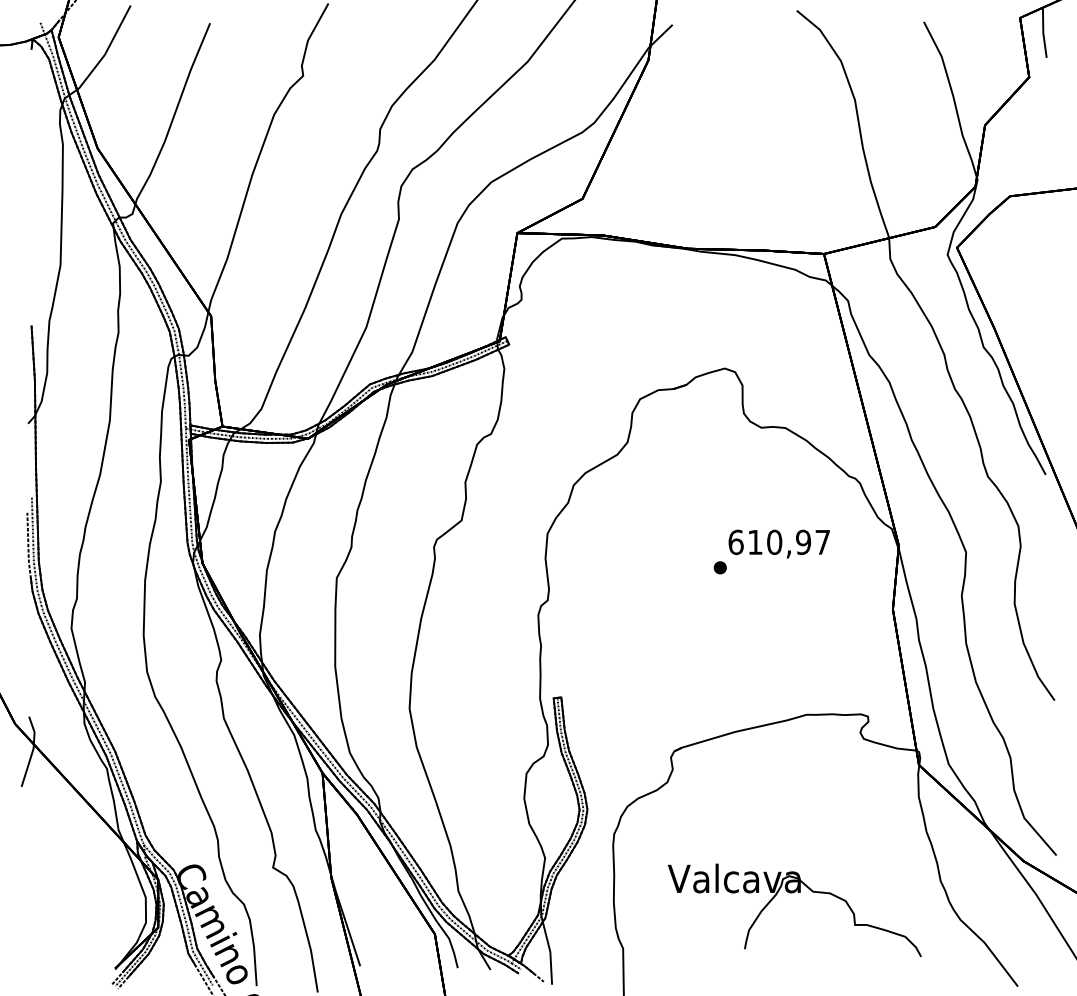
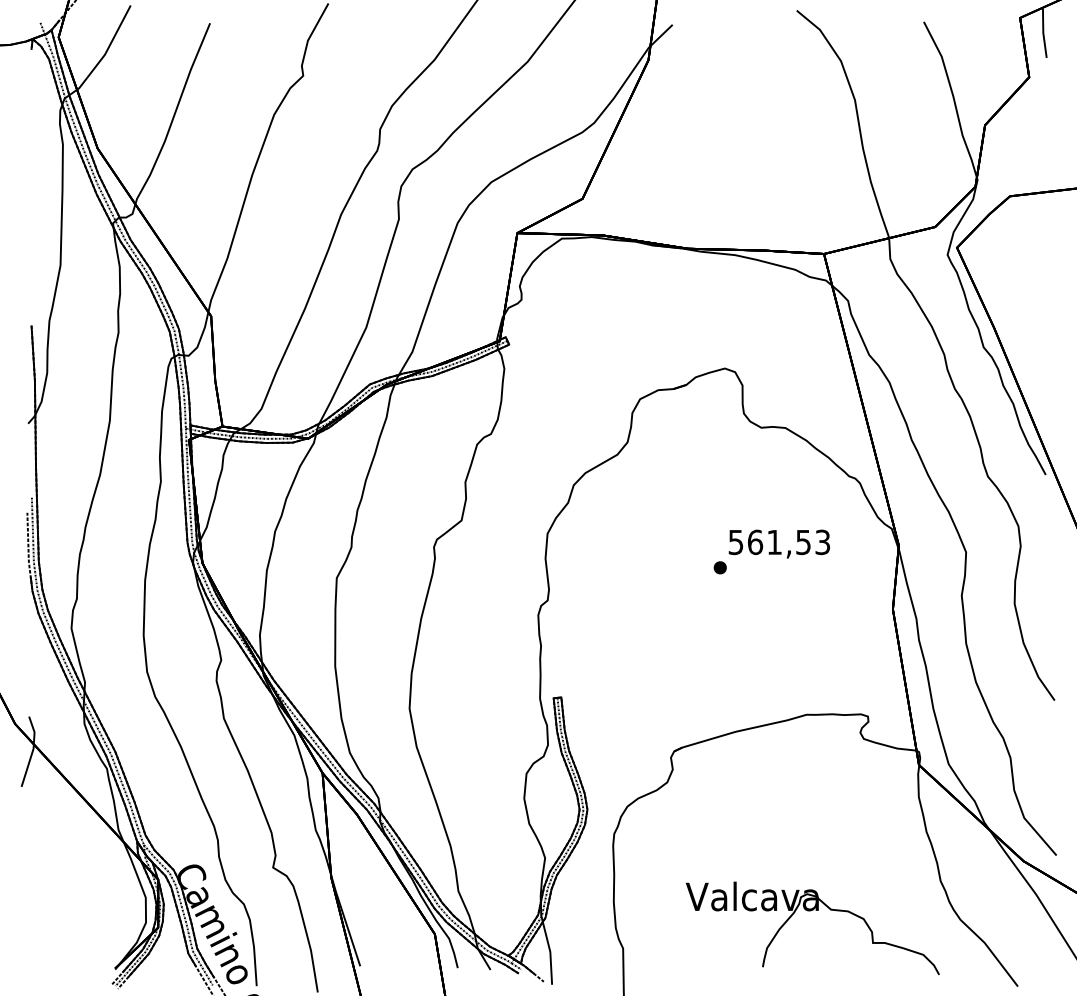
text at (779, 542): 610,97 -> 561,53
part at (792, 893) position: (792, 893) -> (810, 911)
